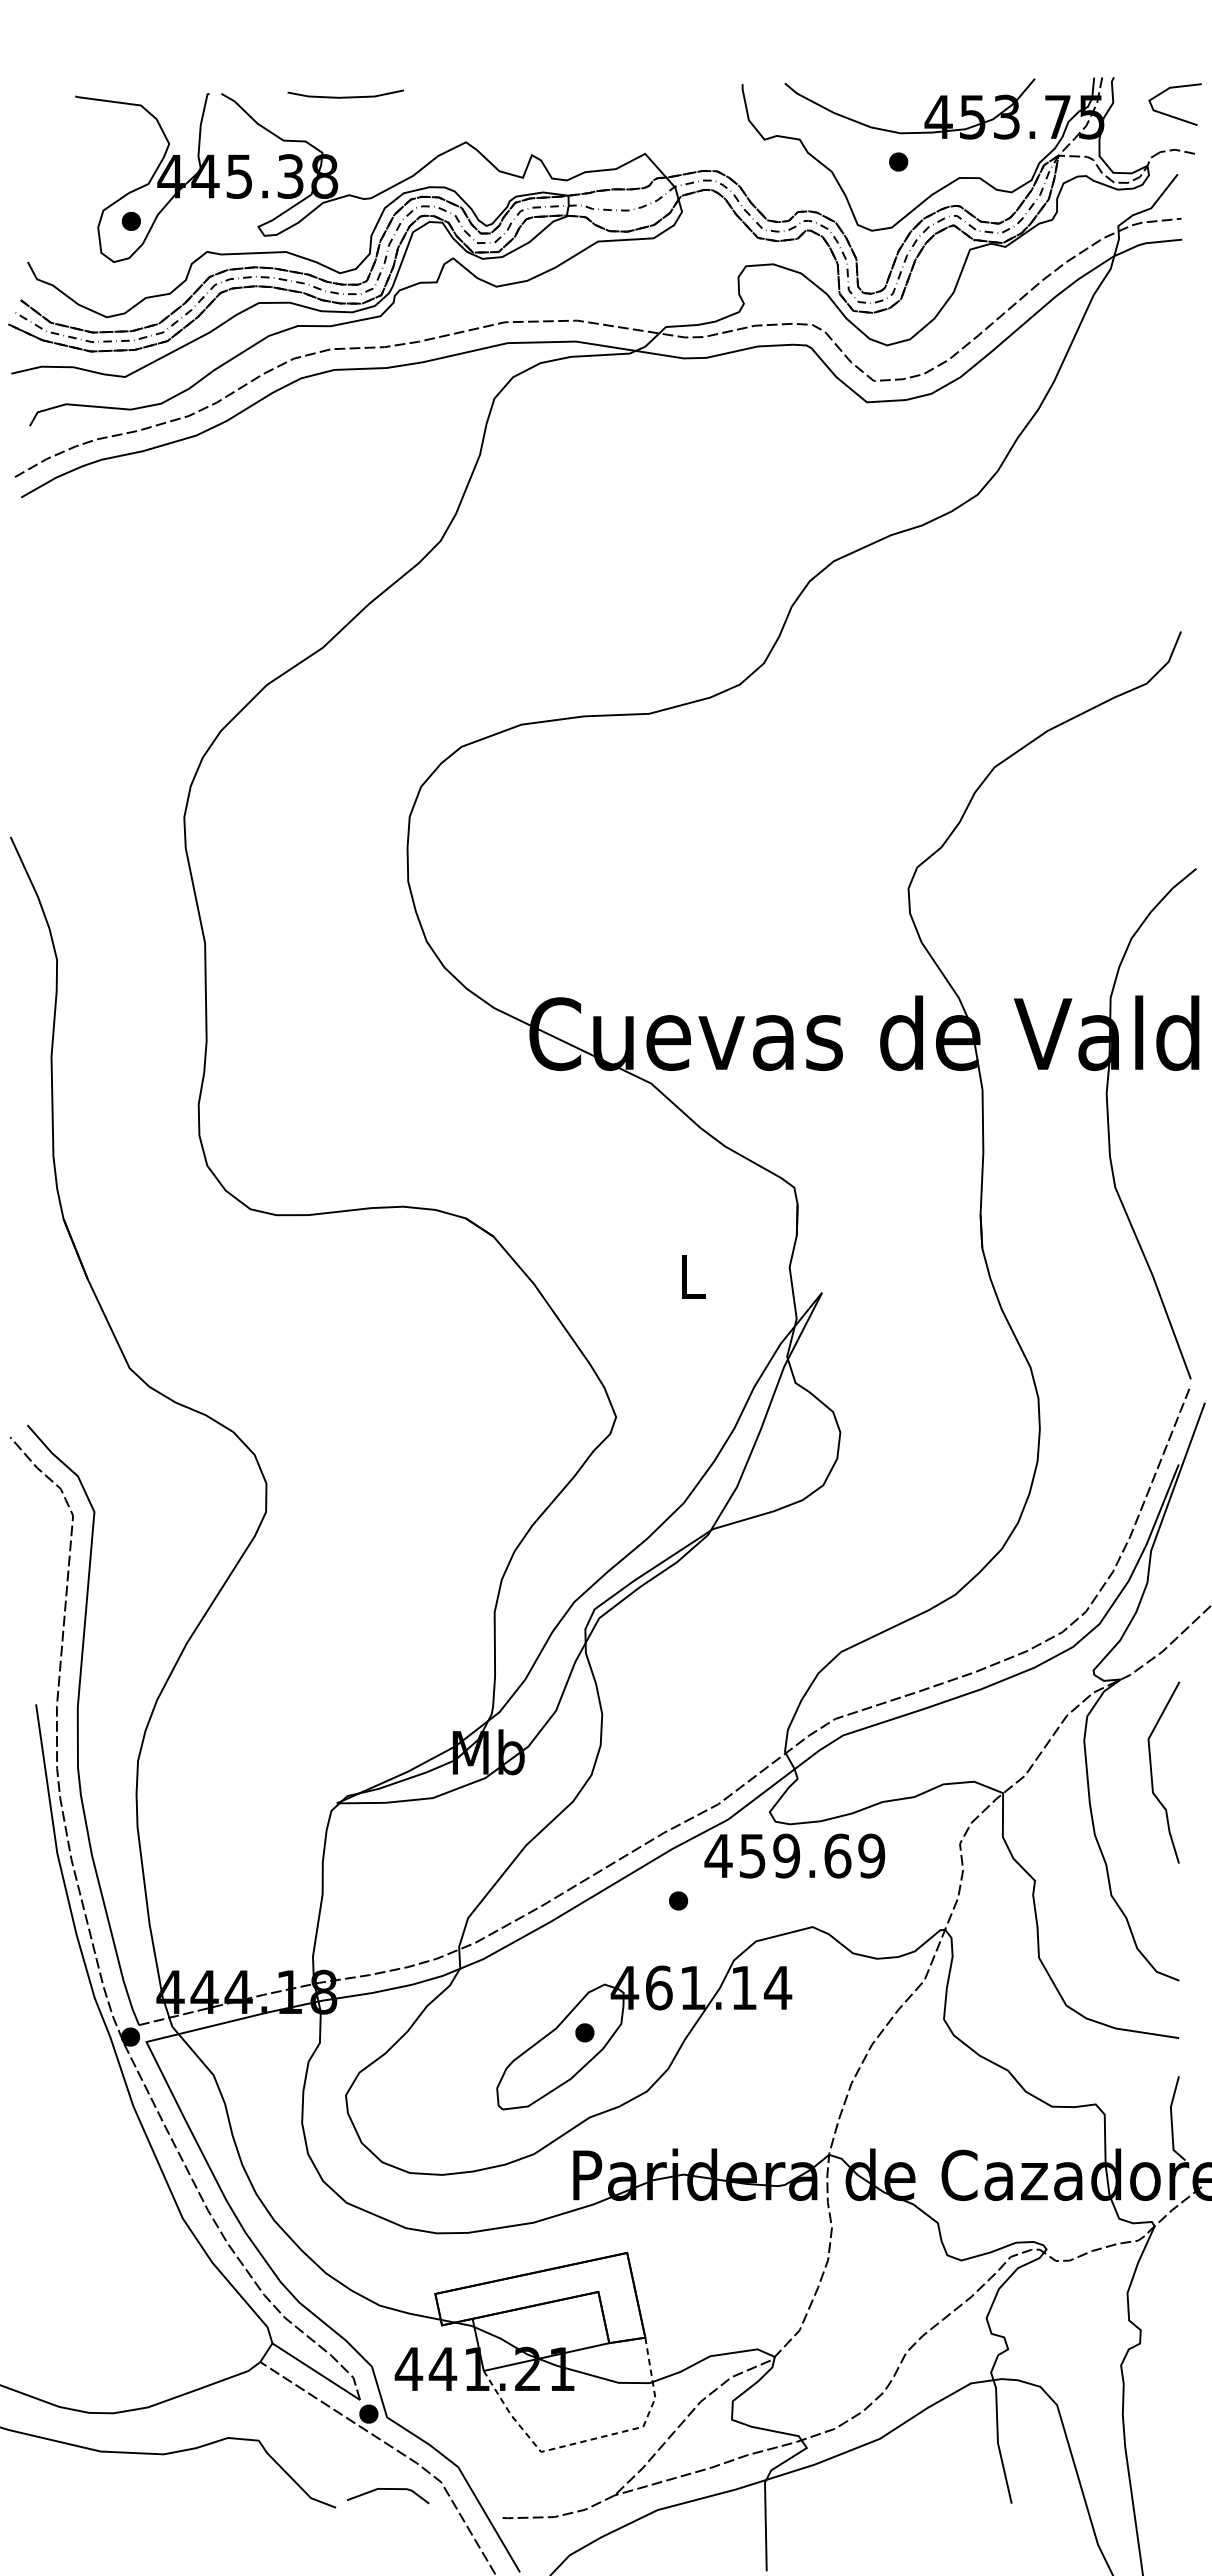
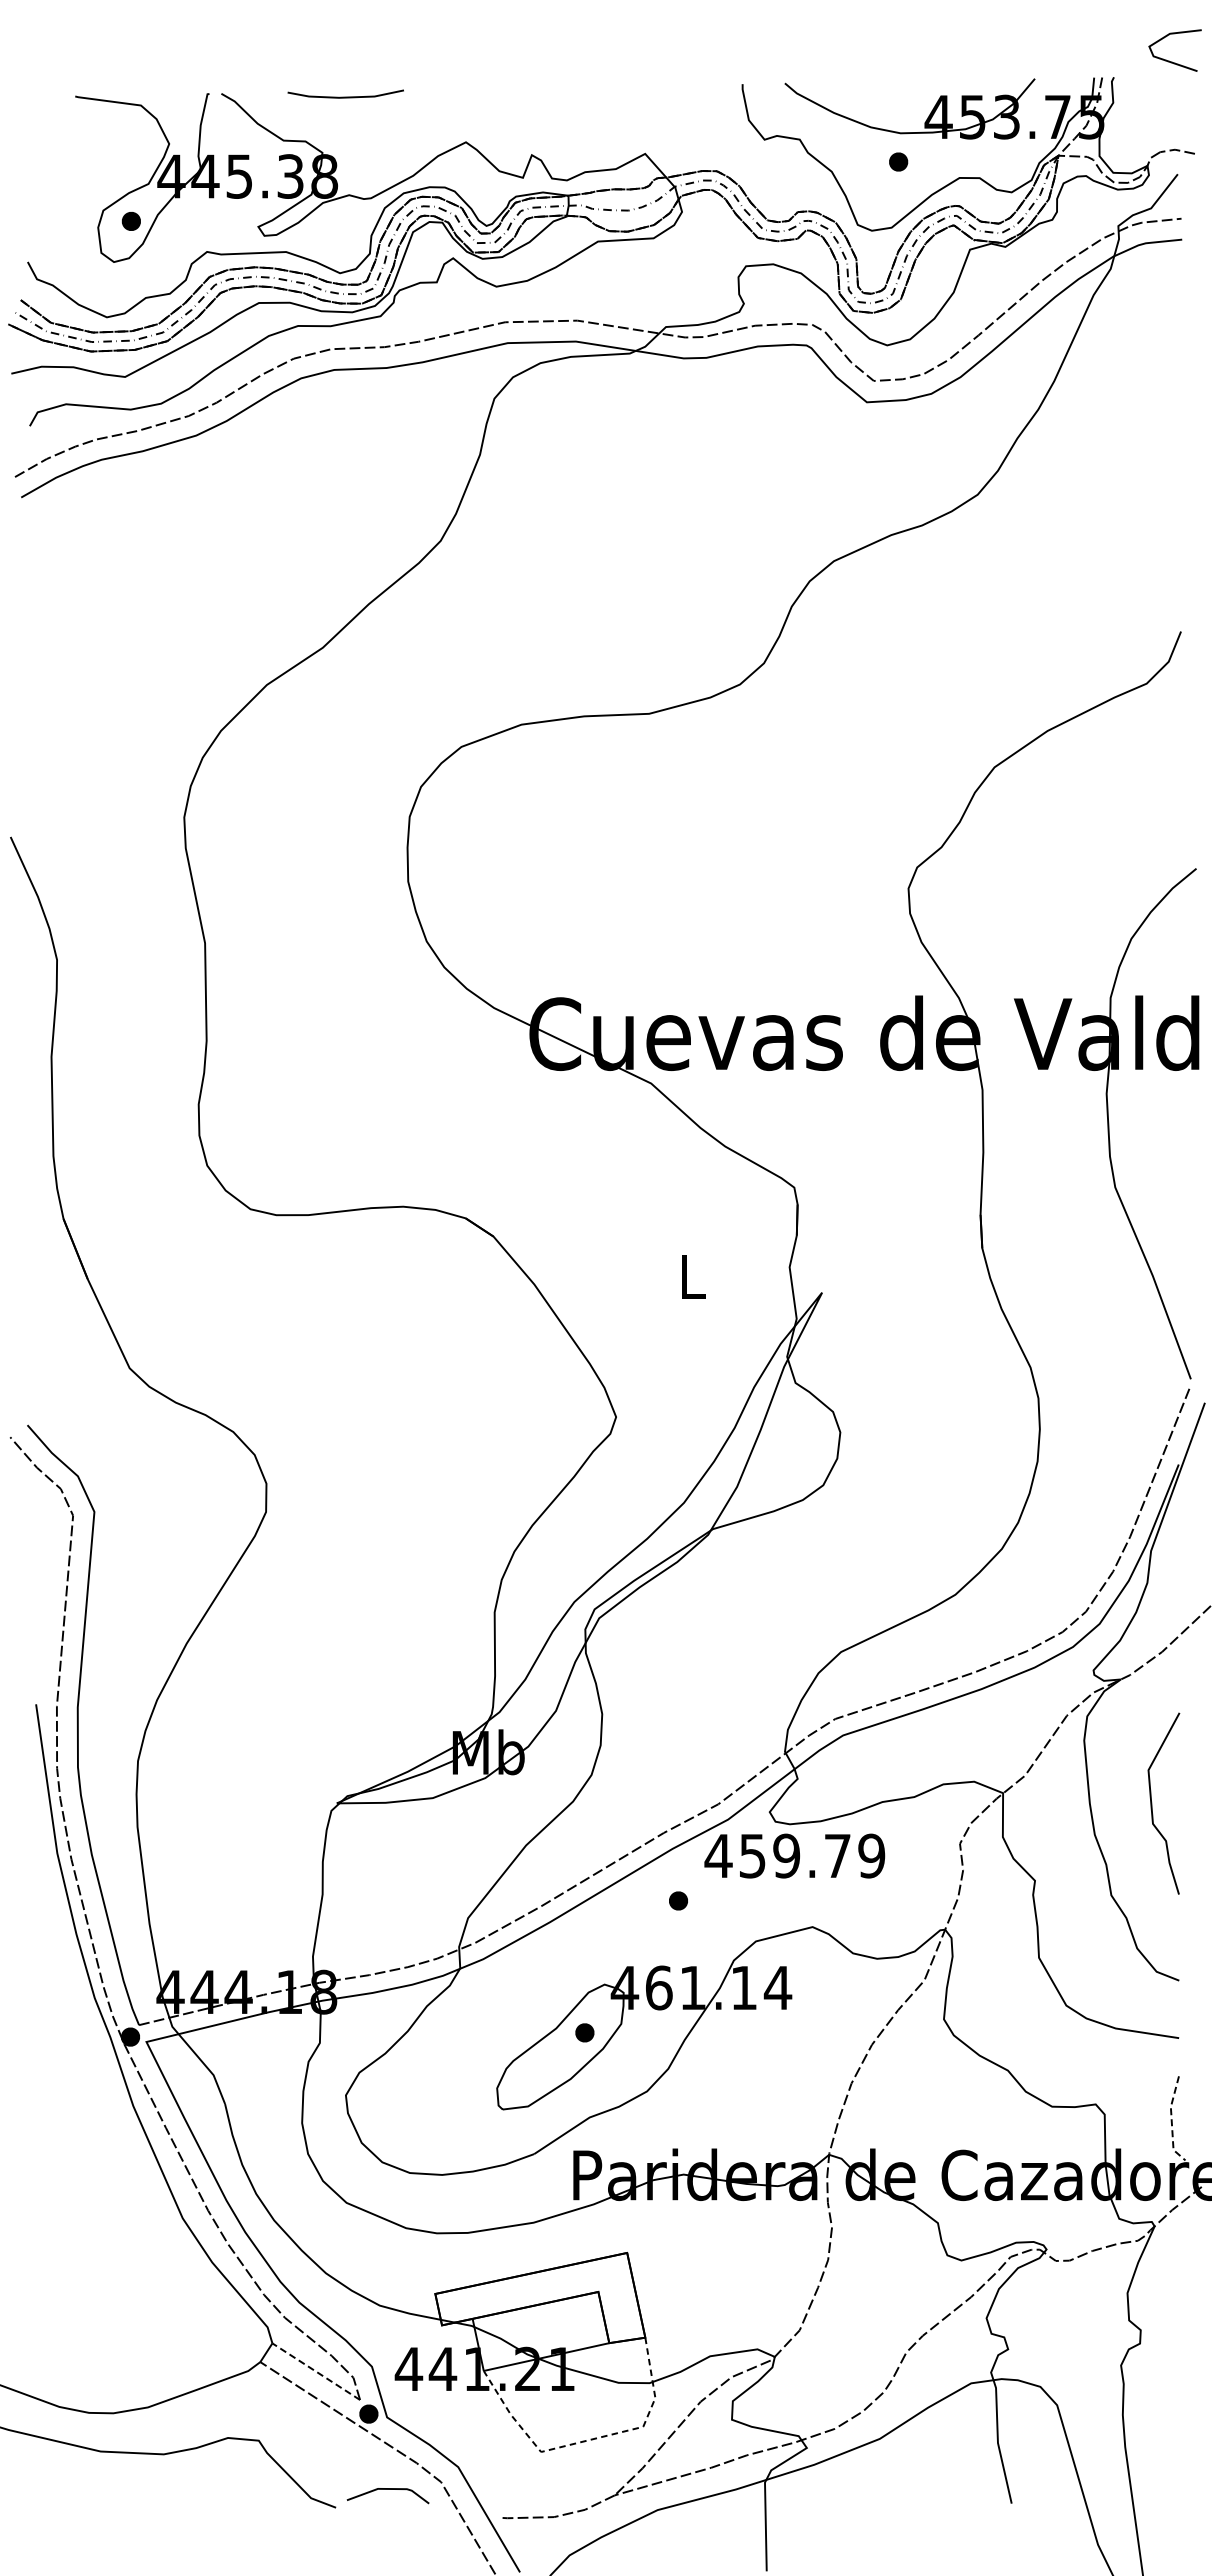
line at (1169, 114) position: (1169, 114) -> (1169, 60)
curve at (1152, 1772) position: (1152, 1772) -> (1152, 1803)
text at (837, 1855): 459.69 -> 459.79
line at (1171, 2121): solid -> dashed
line at (315, 2371): solid -> dashed
